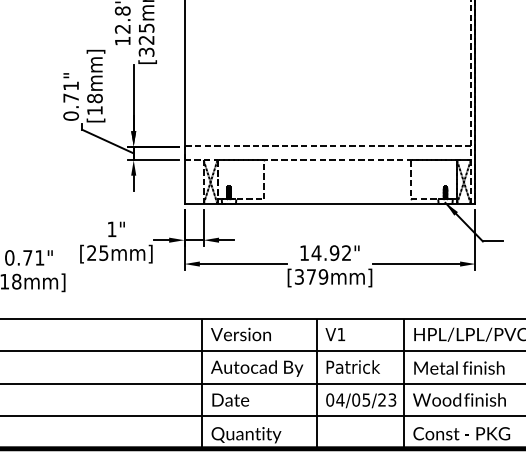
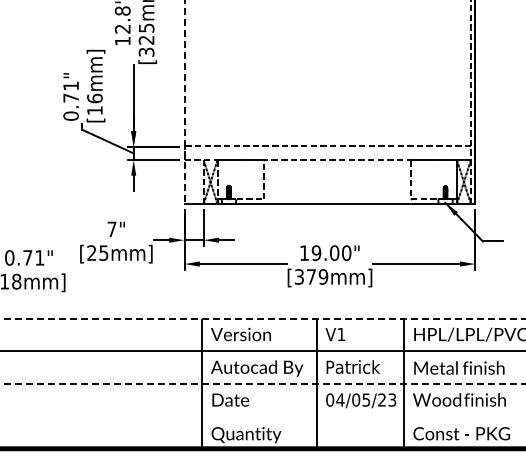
text at (94, 98): [18mm] -> [16mm]
line at (184, 102): solid -> dashed
text at (111, 229): 1" -> 7"
text at (331, 253): 14.92" -> 19.00"
line at (262, 318): solid -> dashed
line at (262, 383): solid -> dashed
line at (262, 416): present -> none
